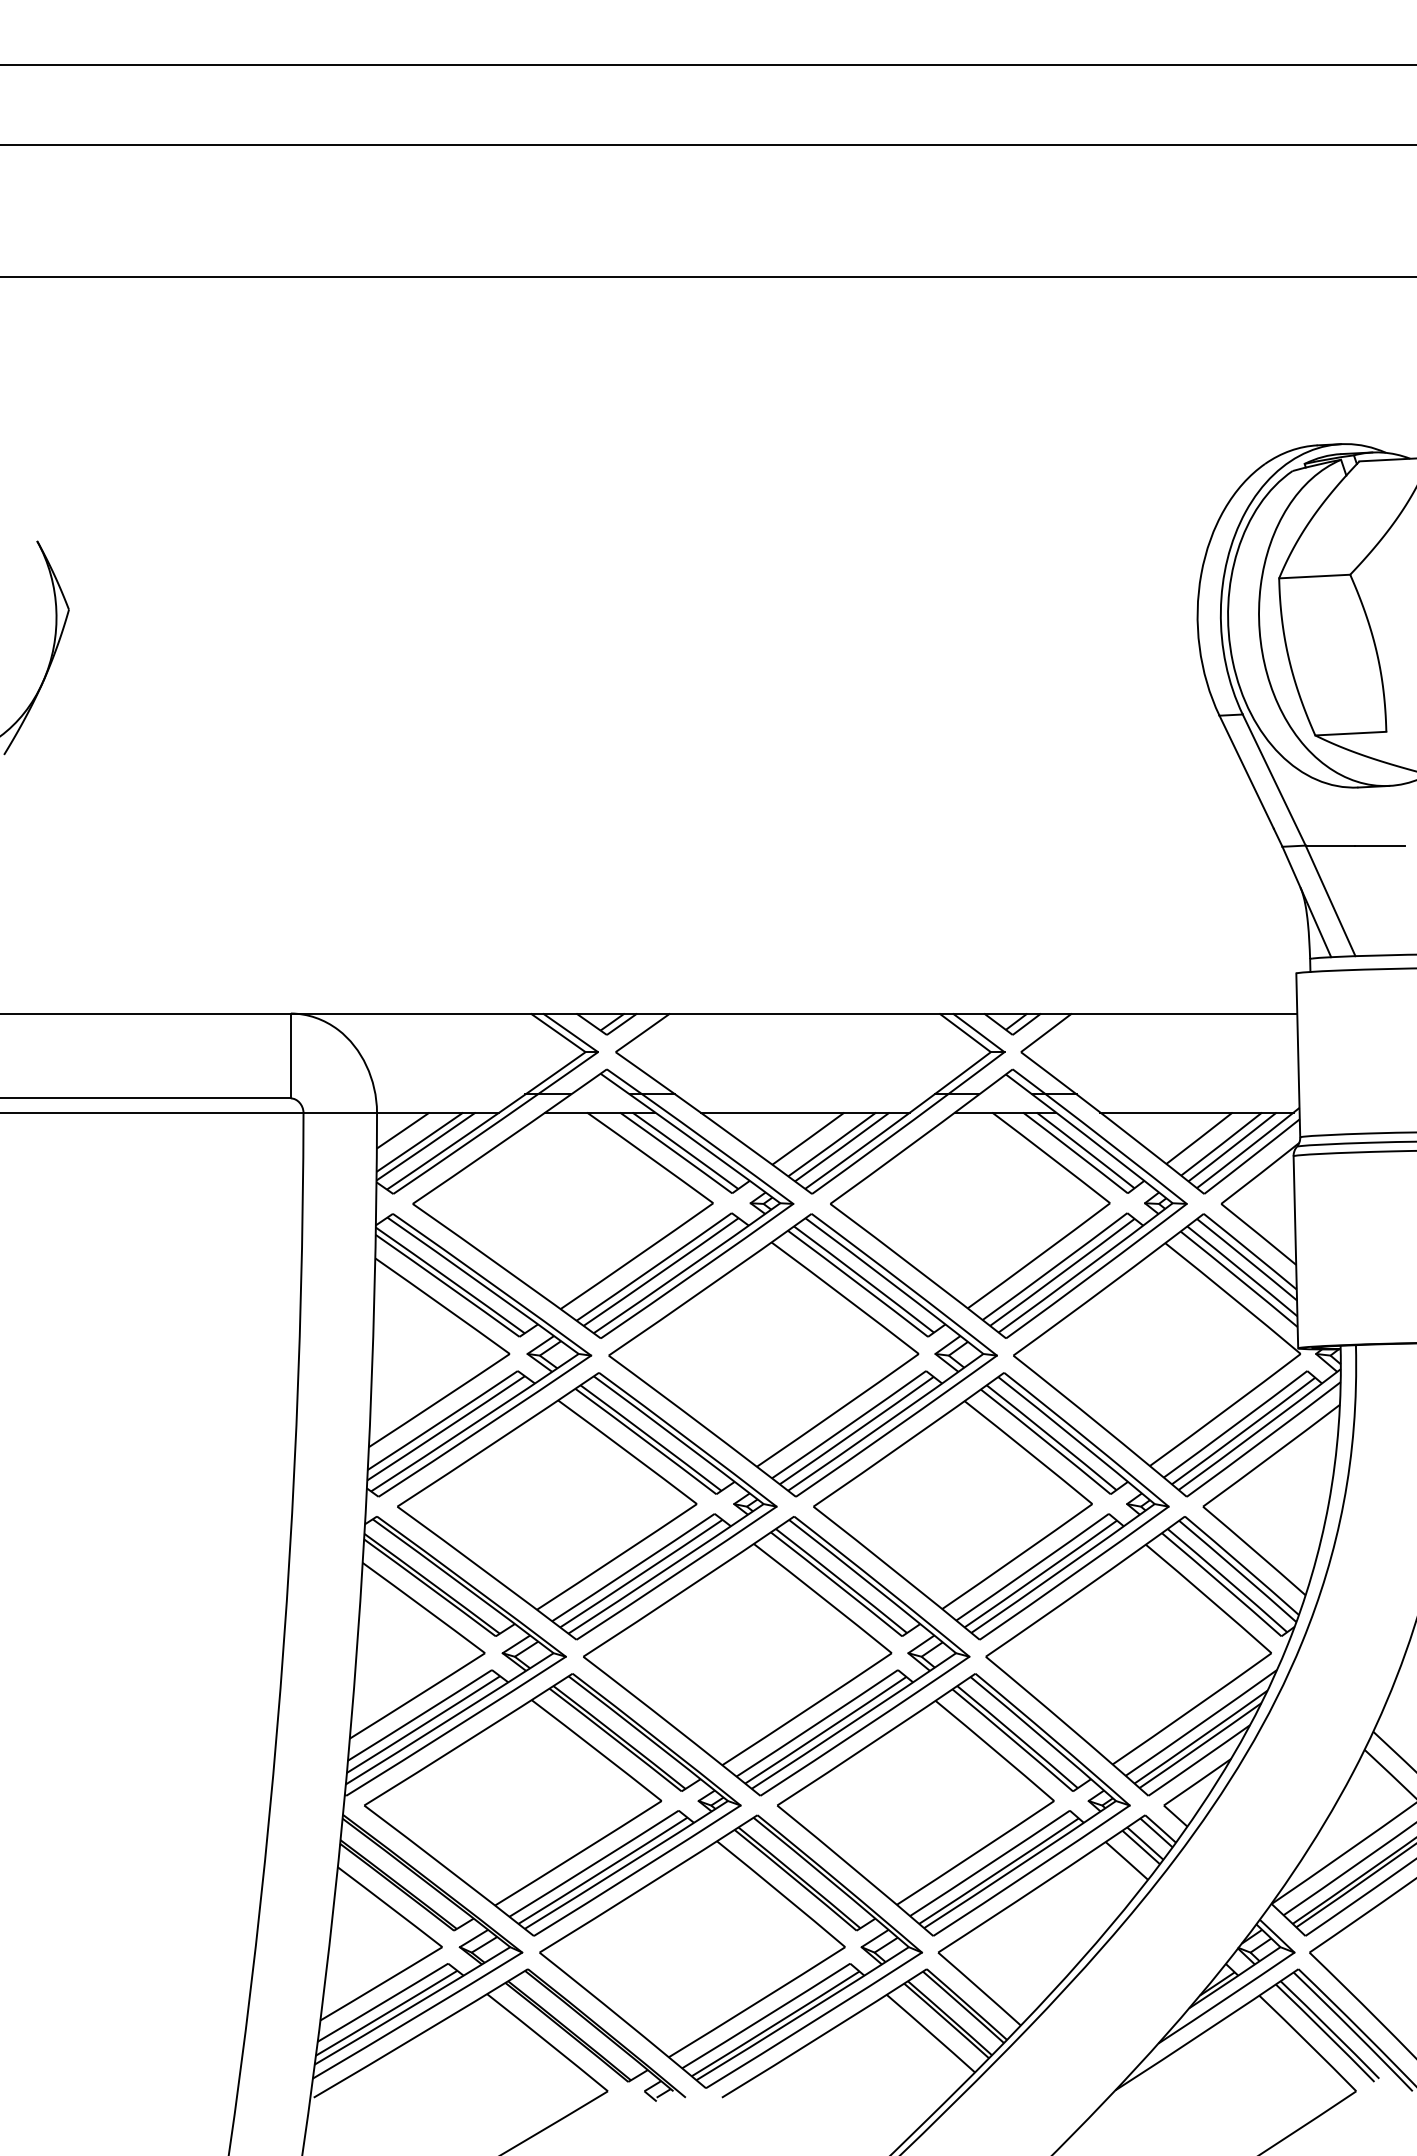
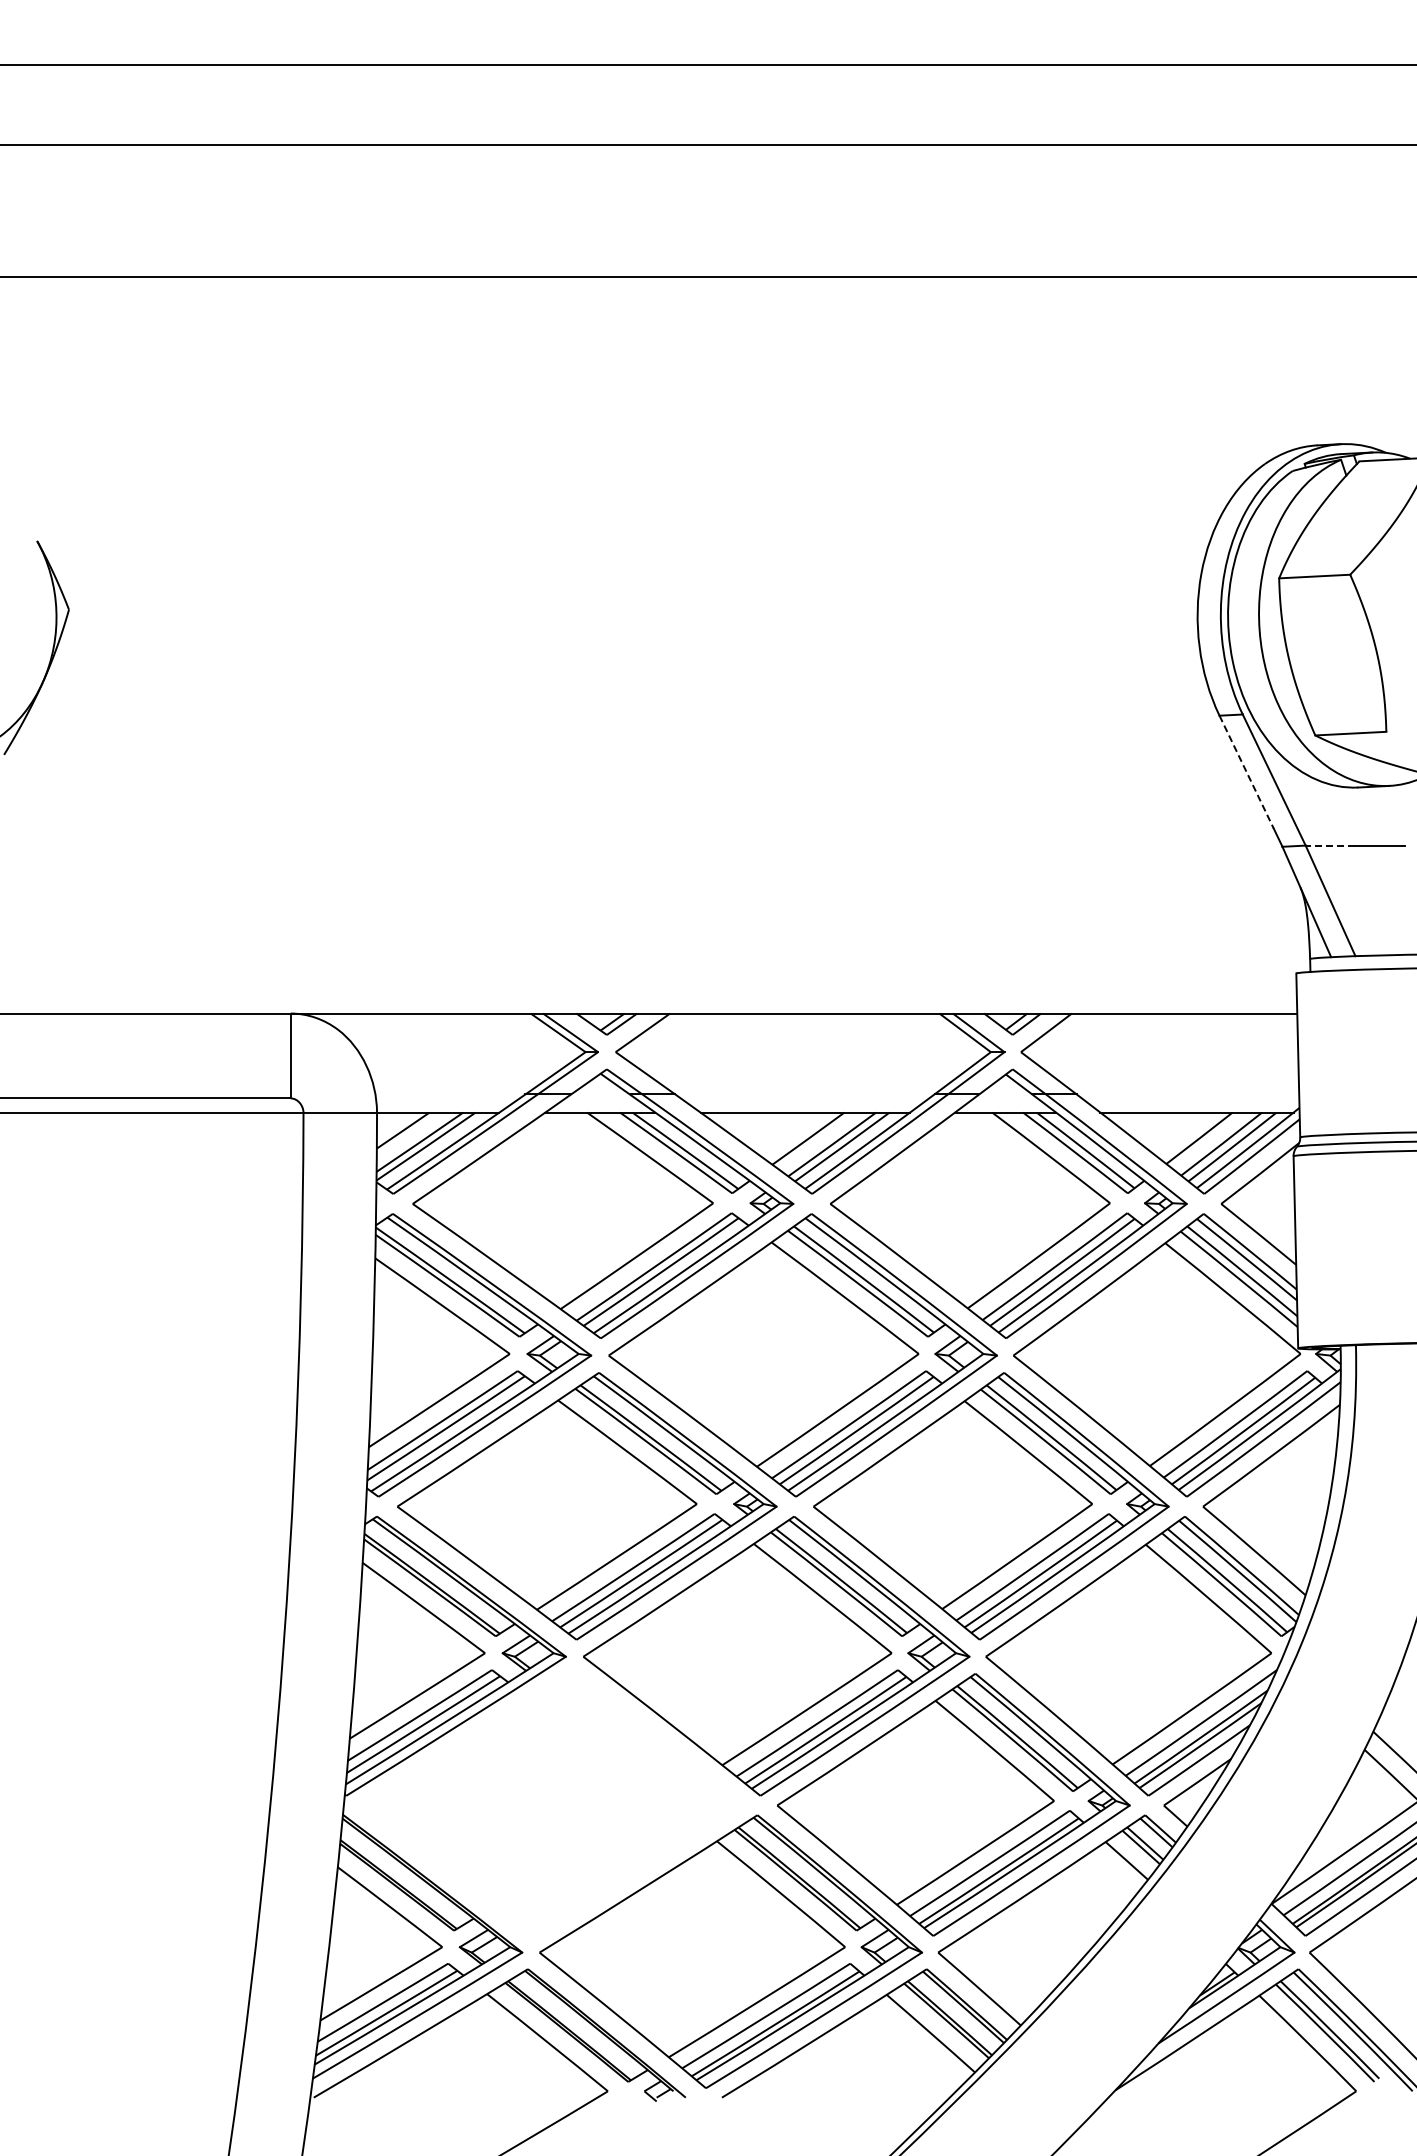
line at (1246, 772): solid -> dashed
line at (1330, 845): solid -> dashed
part at (552, 1804): present -> none
